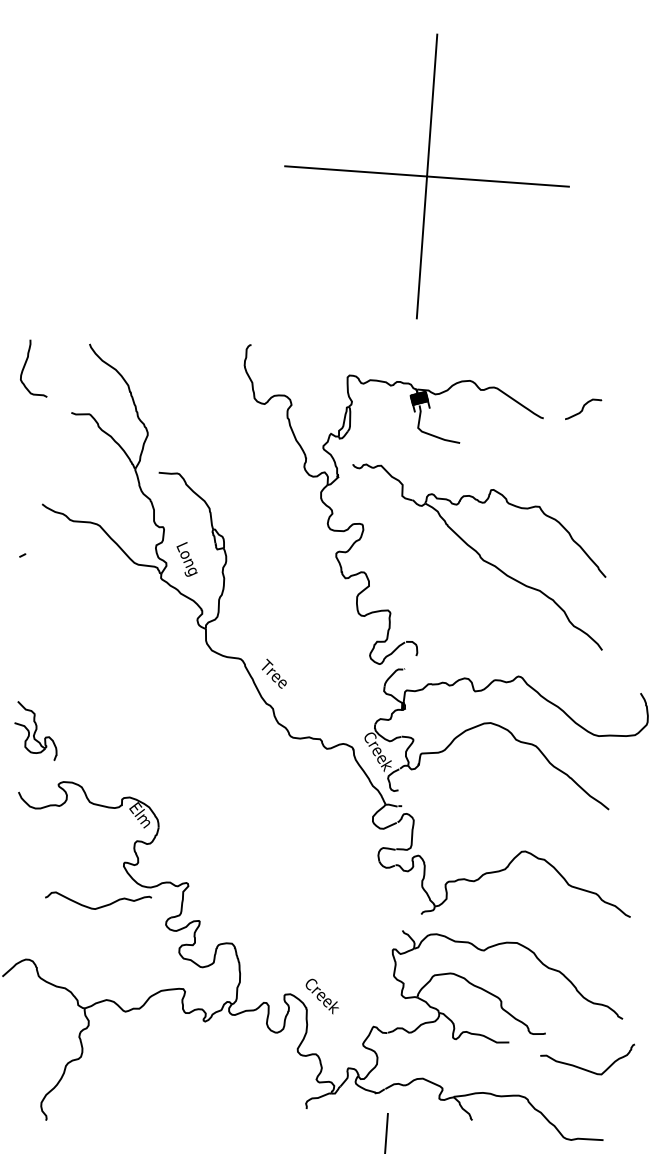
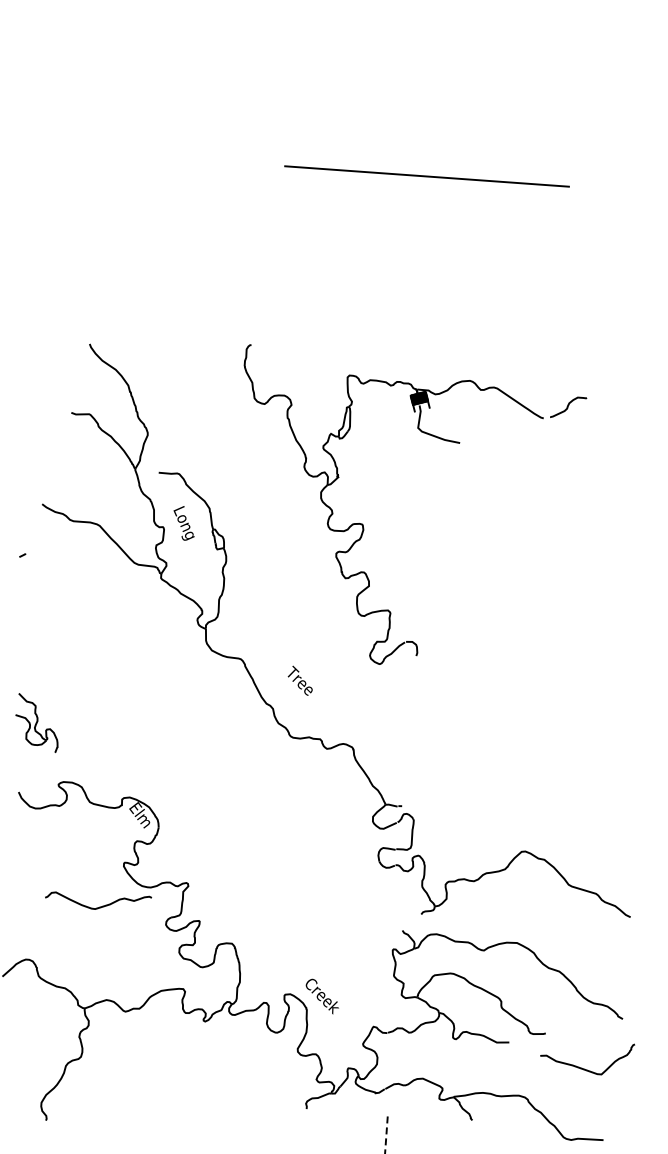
line at (426, 176): present -> none
curve at (25, 366): present -> none
curve at (583, 408) position: (583, 408) -> (568, 406)
part at (479, 556): present -> none
text at (186, 559) position: (186, 559) -> (183, 523)
text at (273, 673) position: (273, 673) -> (299, 680)
part at (35, 730) position: (35, 730) -> (36, 722)
part at (511, 735): present -> none
line at (386, 1133): solid -> dashed
